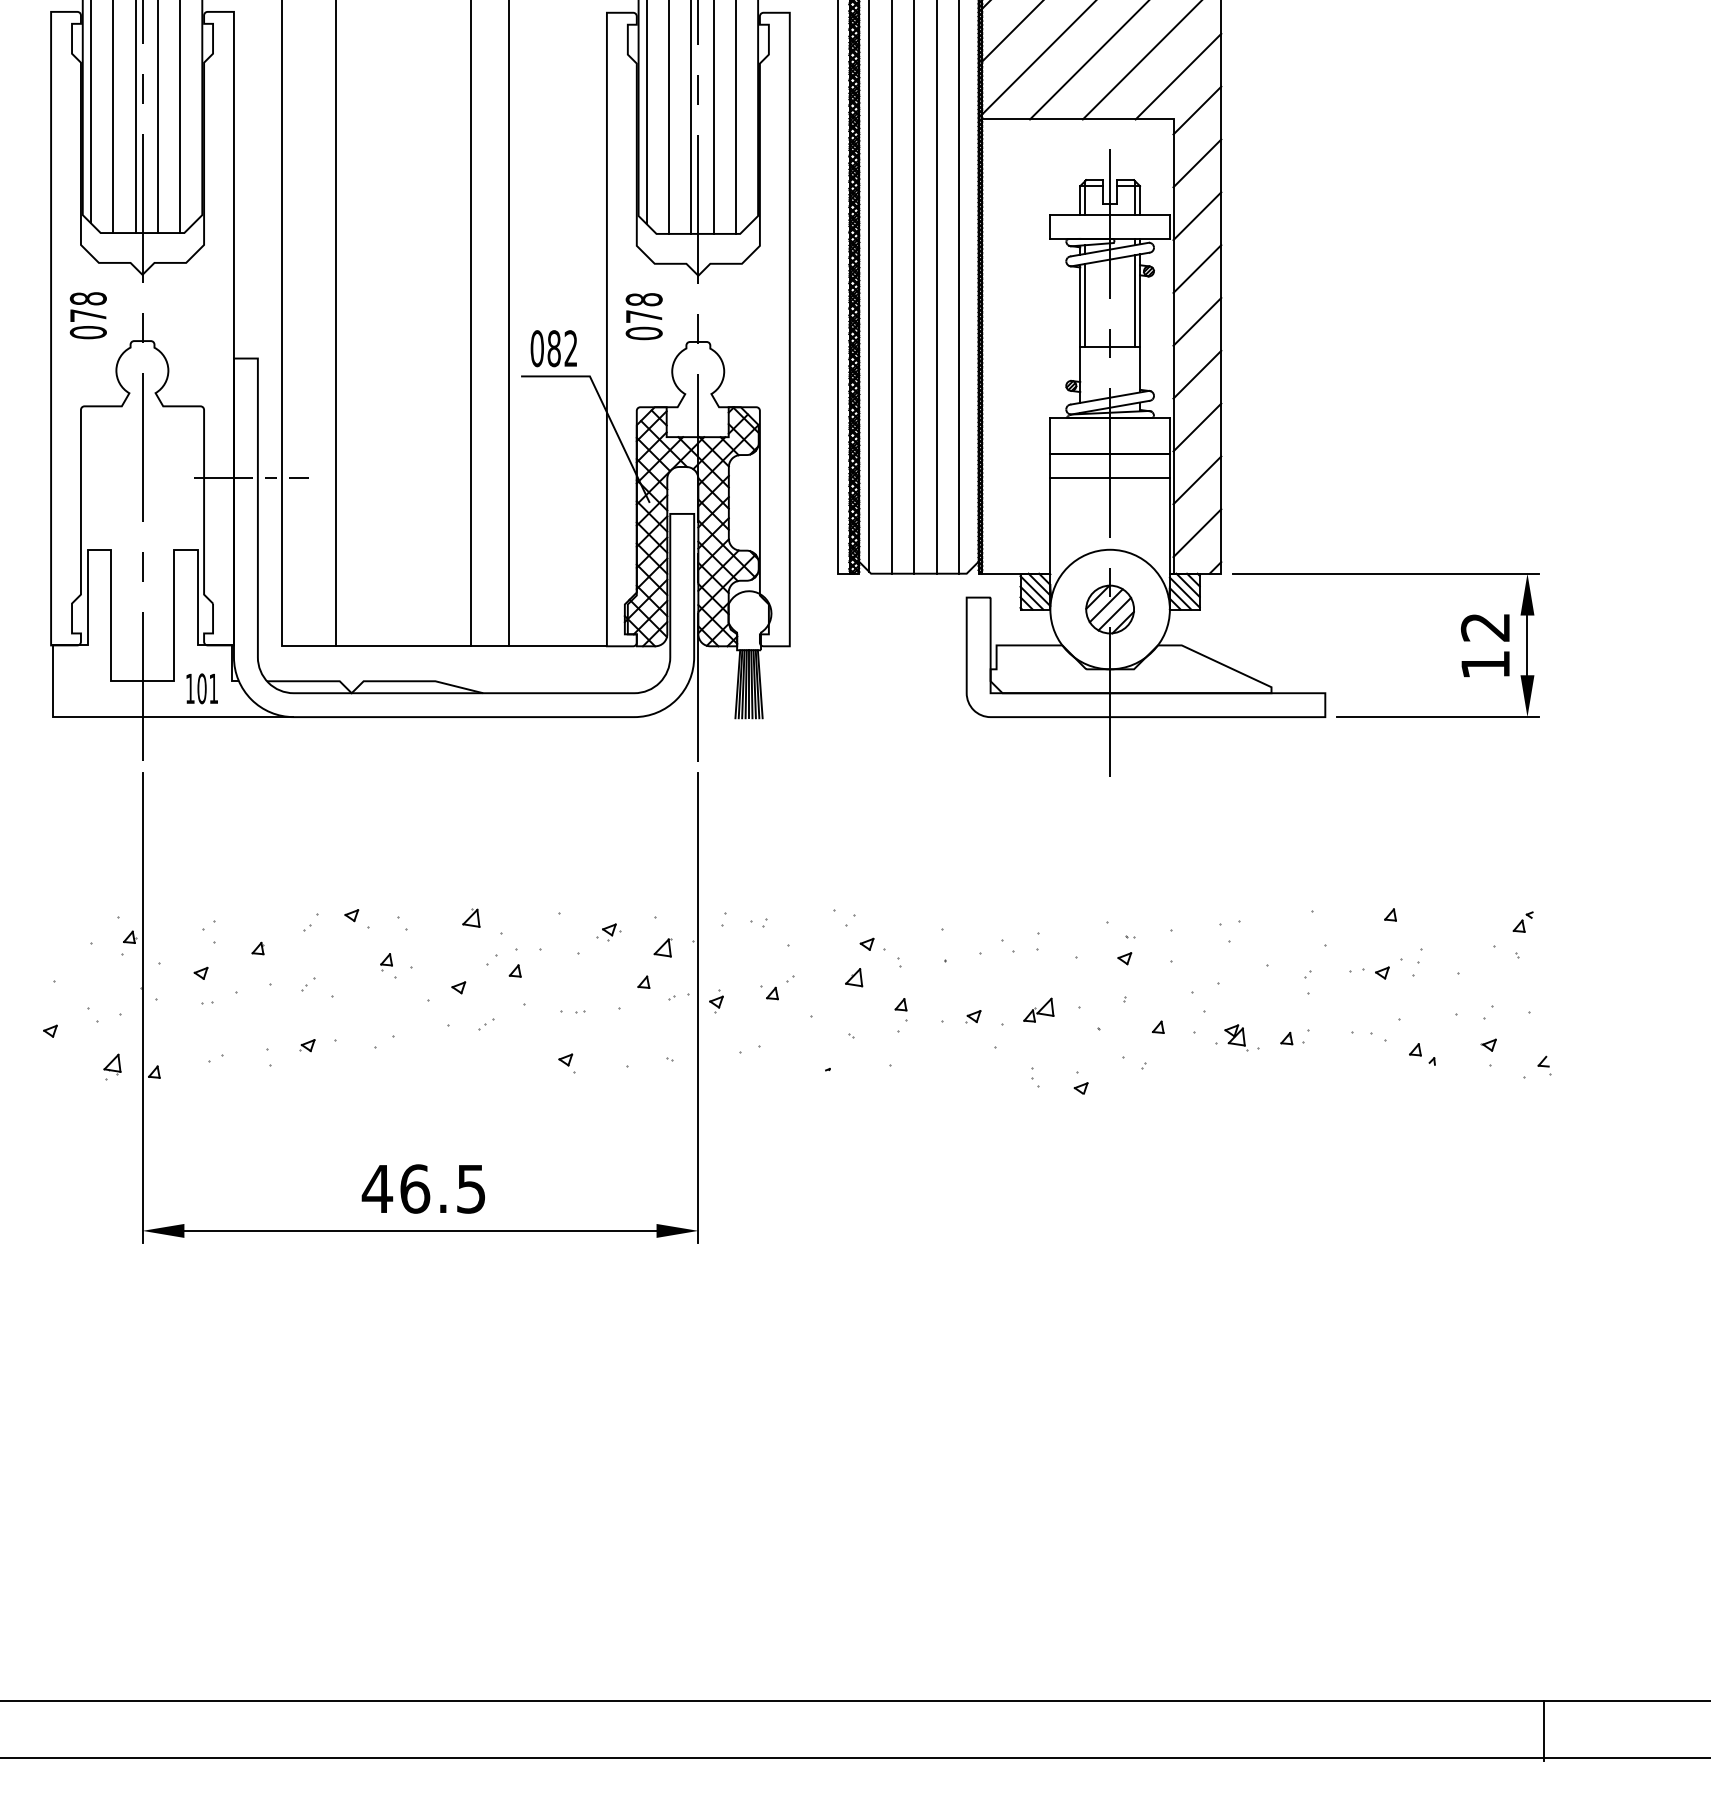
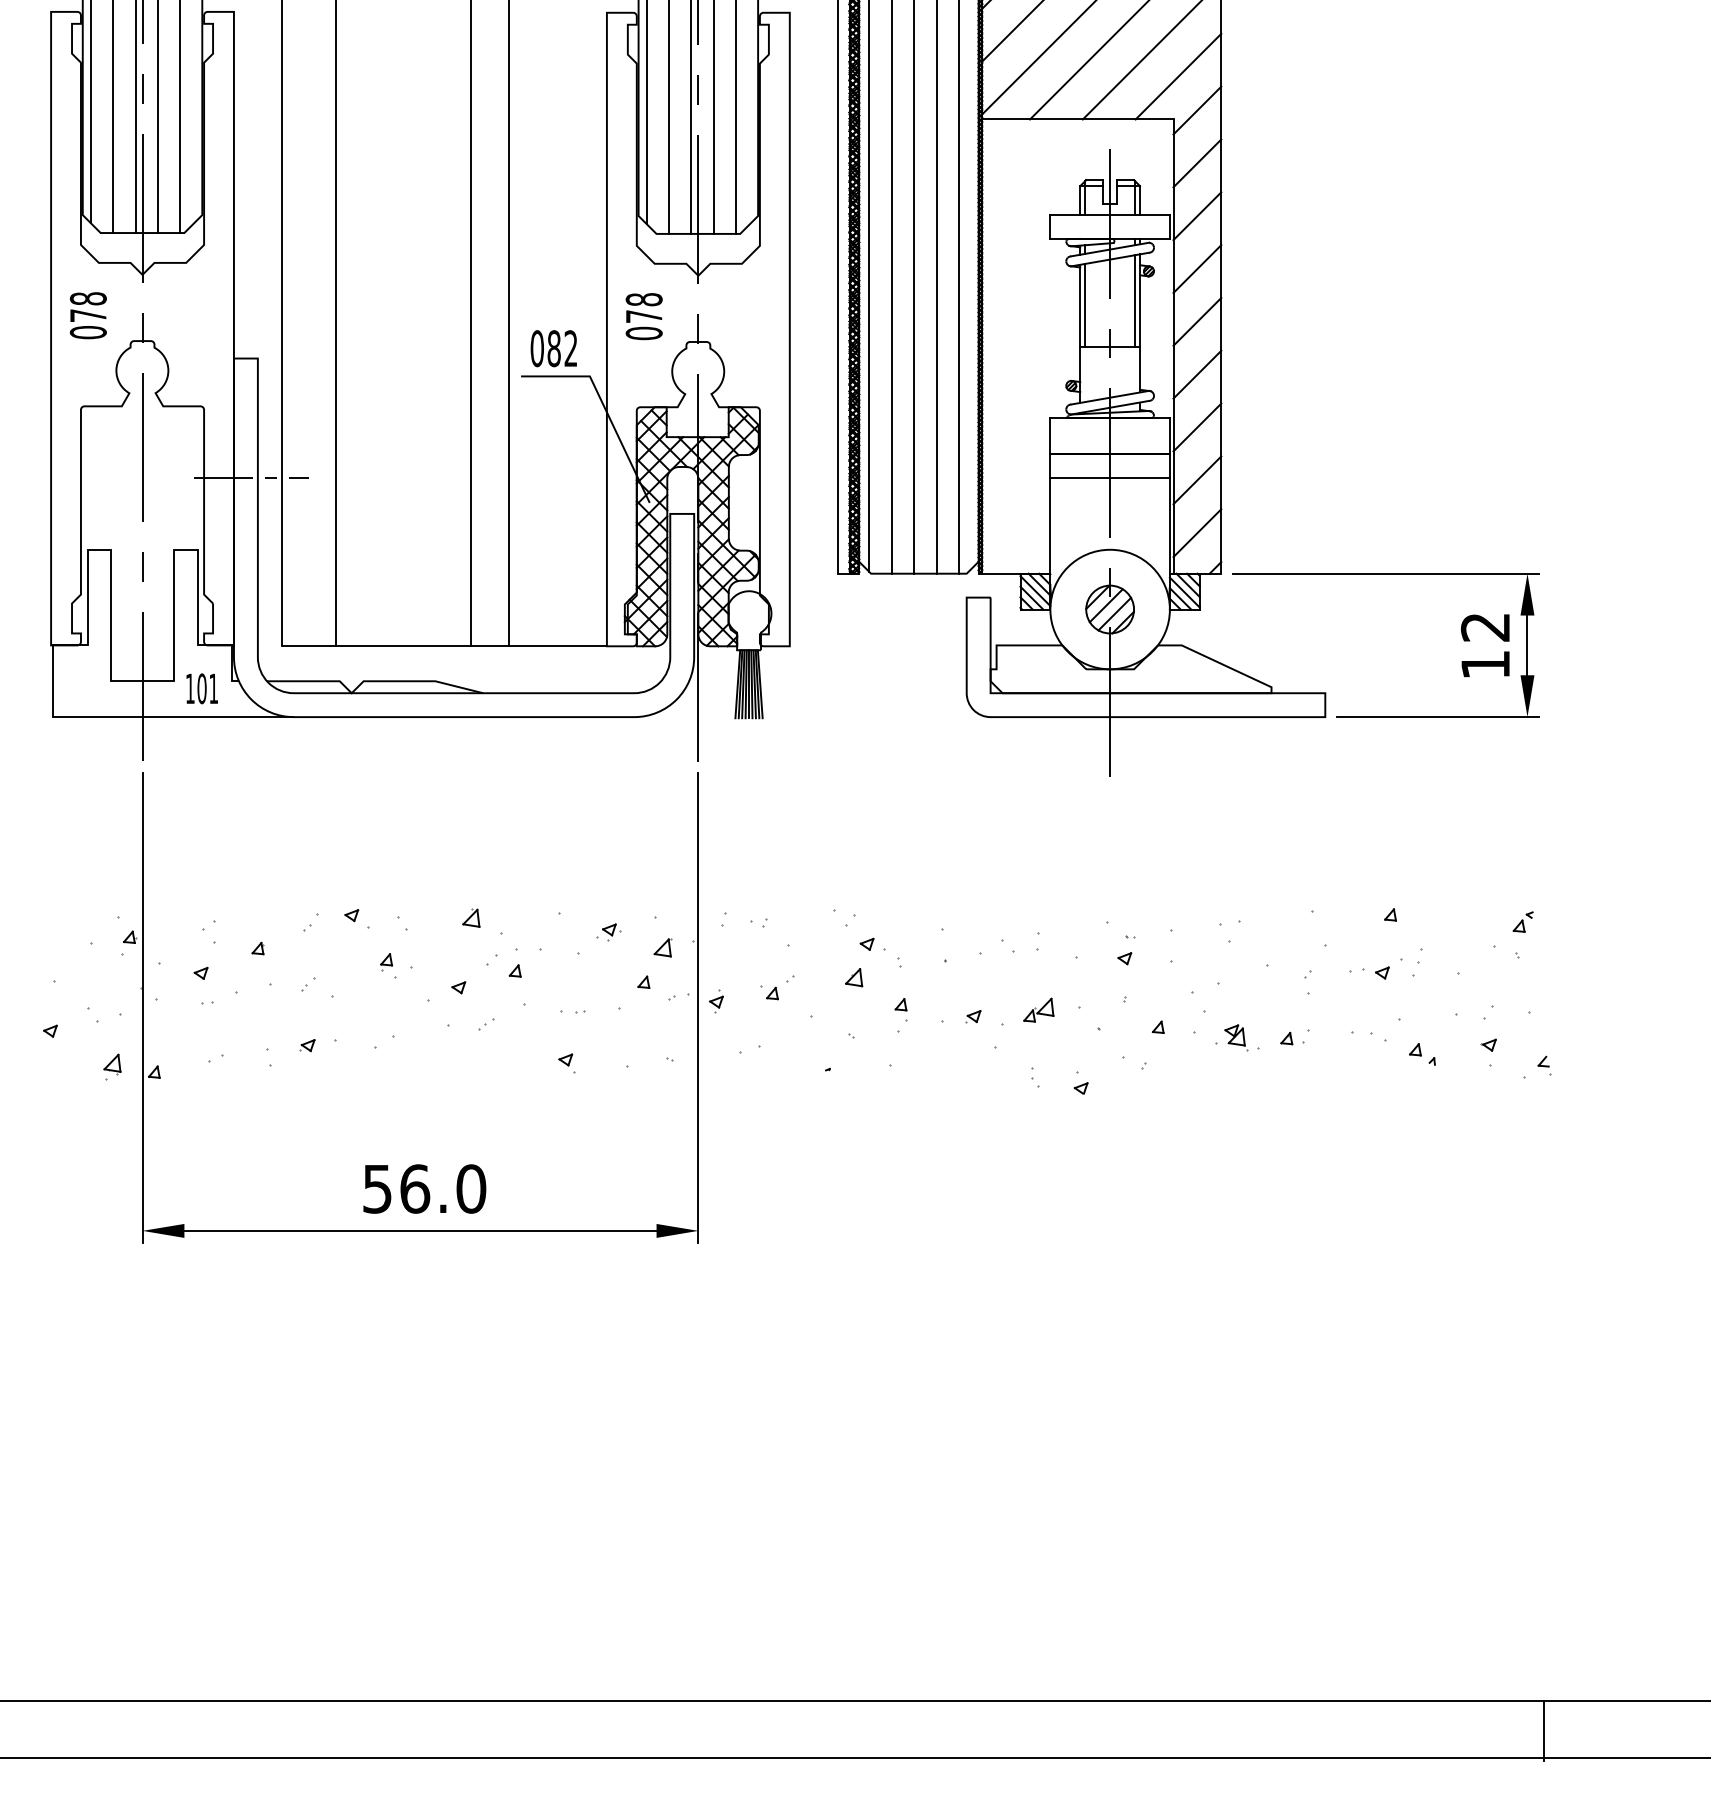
text at (423, 1188): 46.5 -> 56.0
